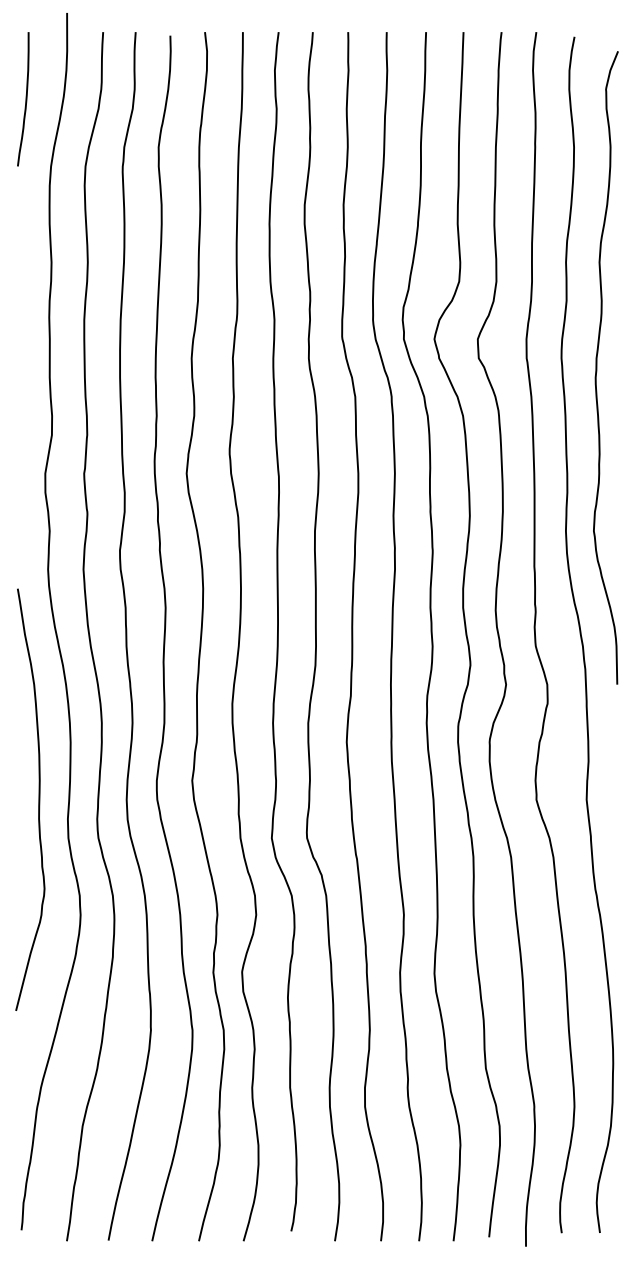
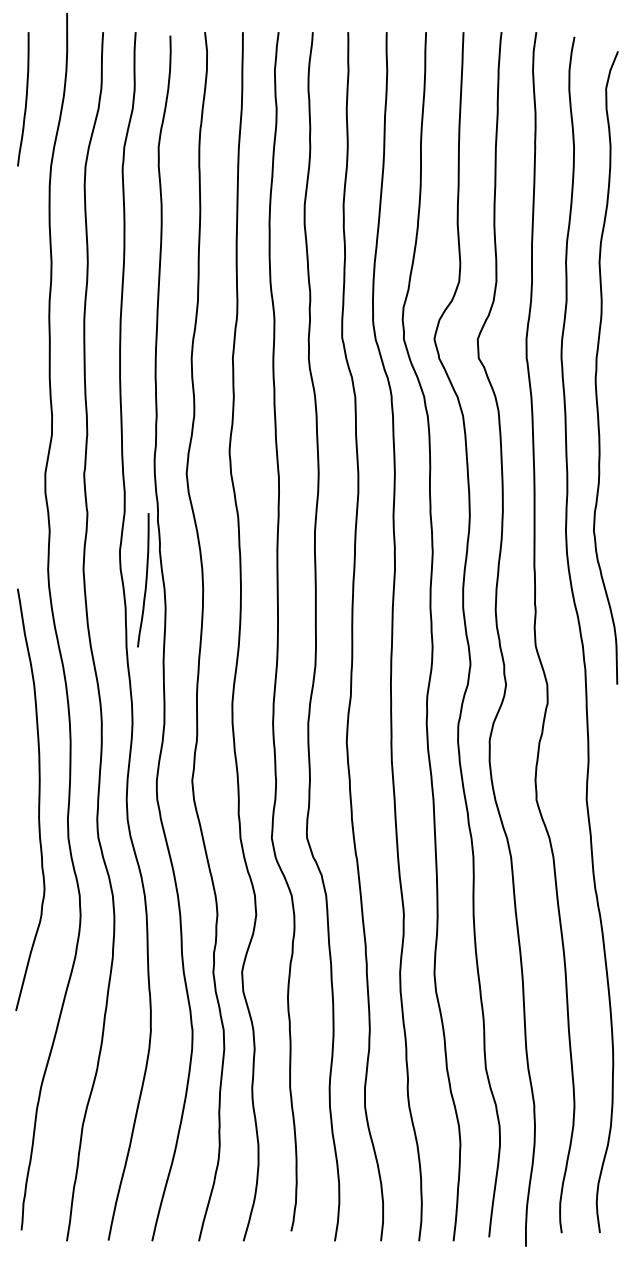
curve at (145, 580): none -> present
